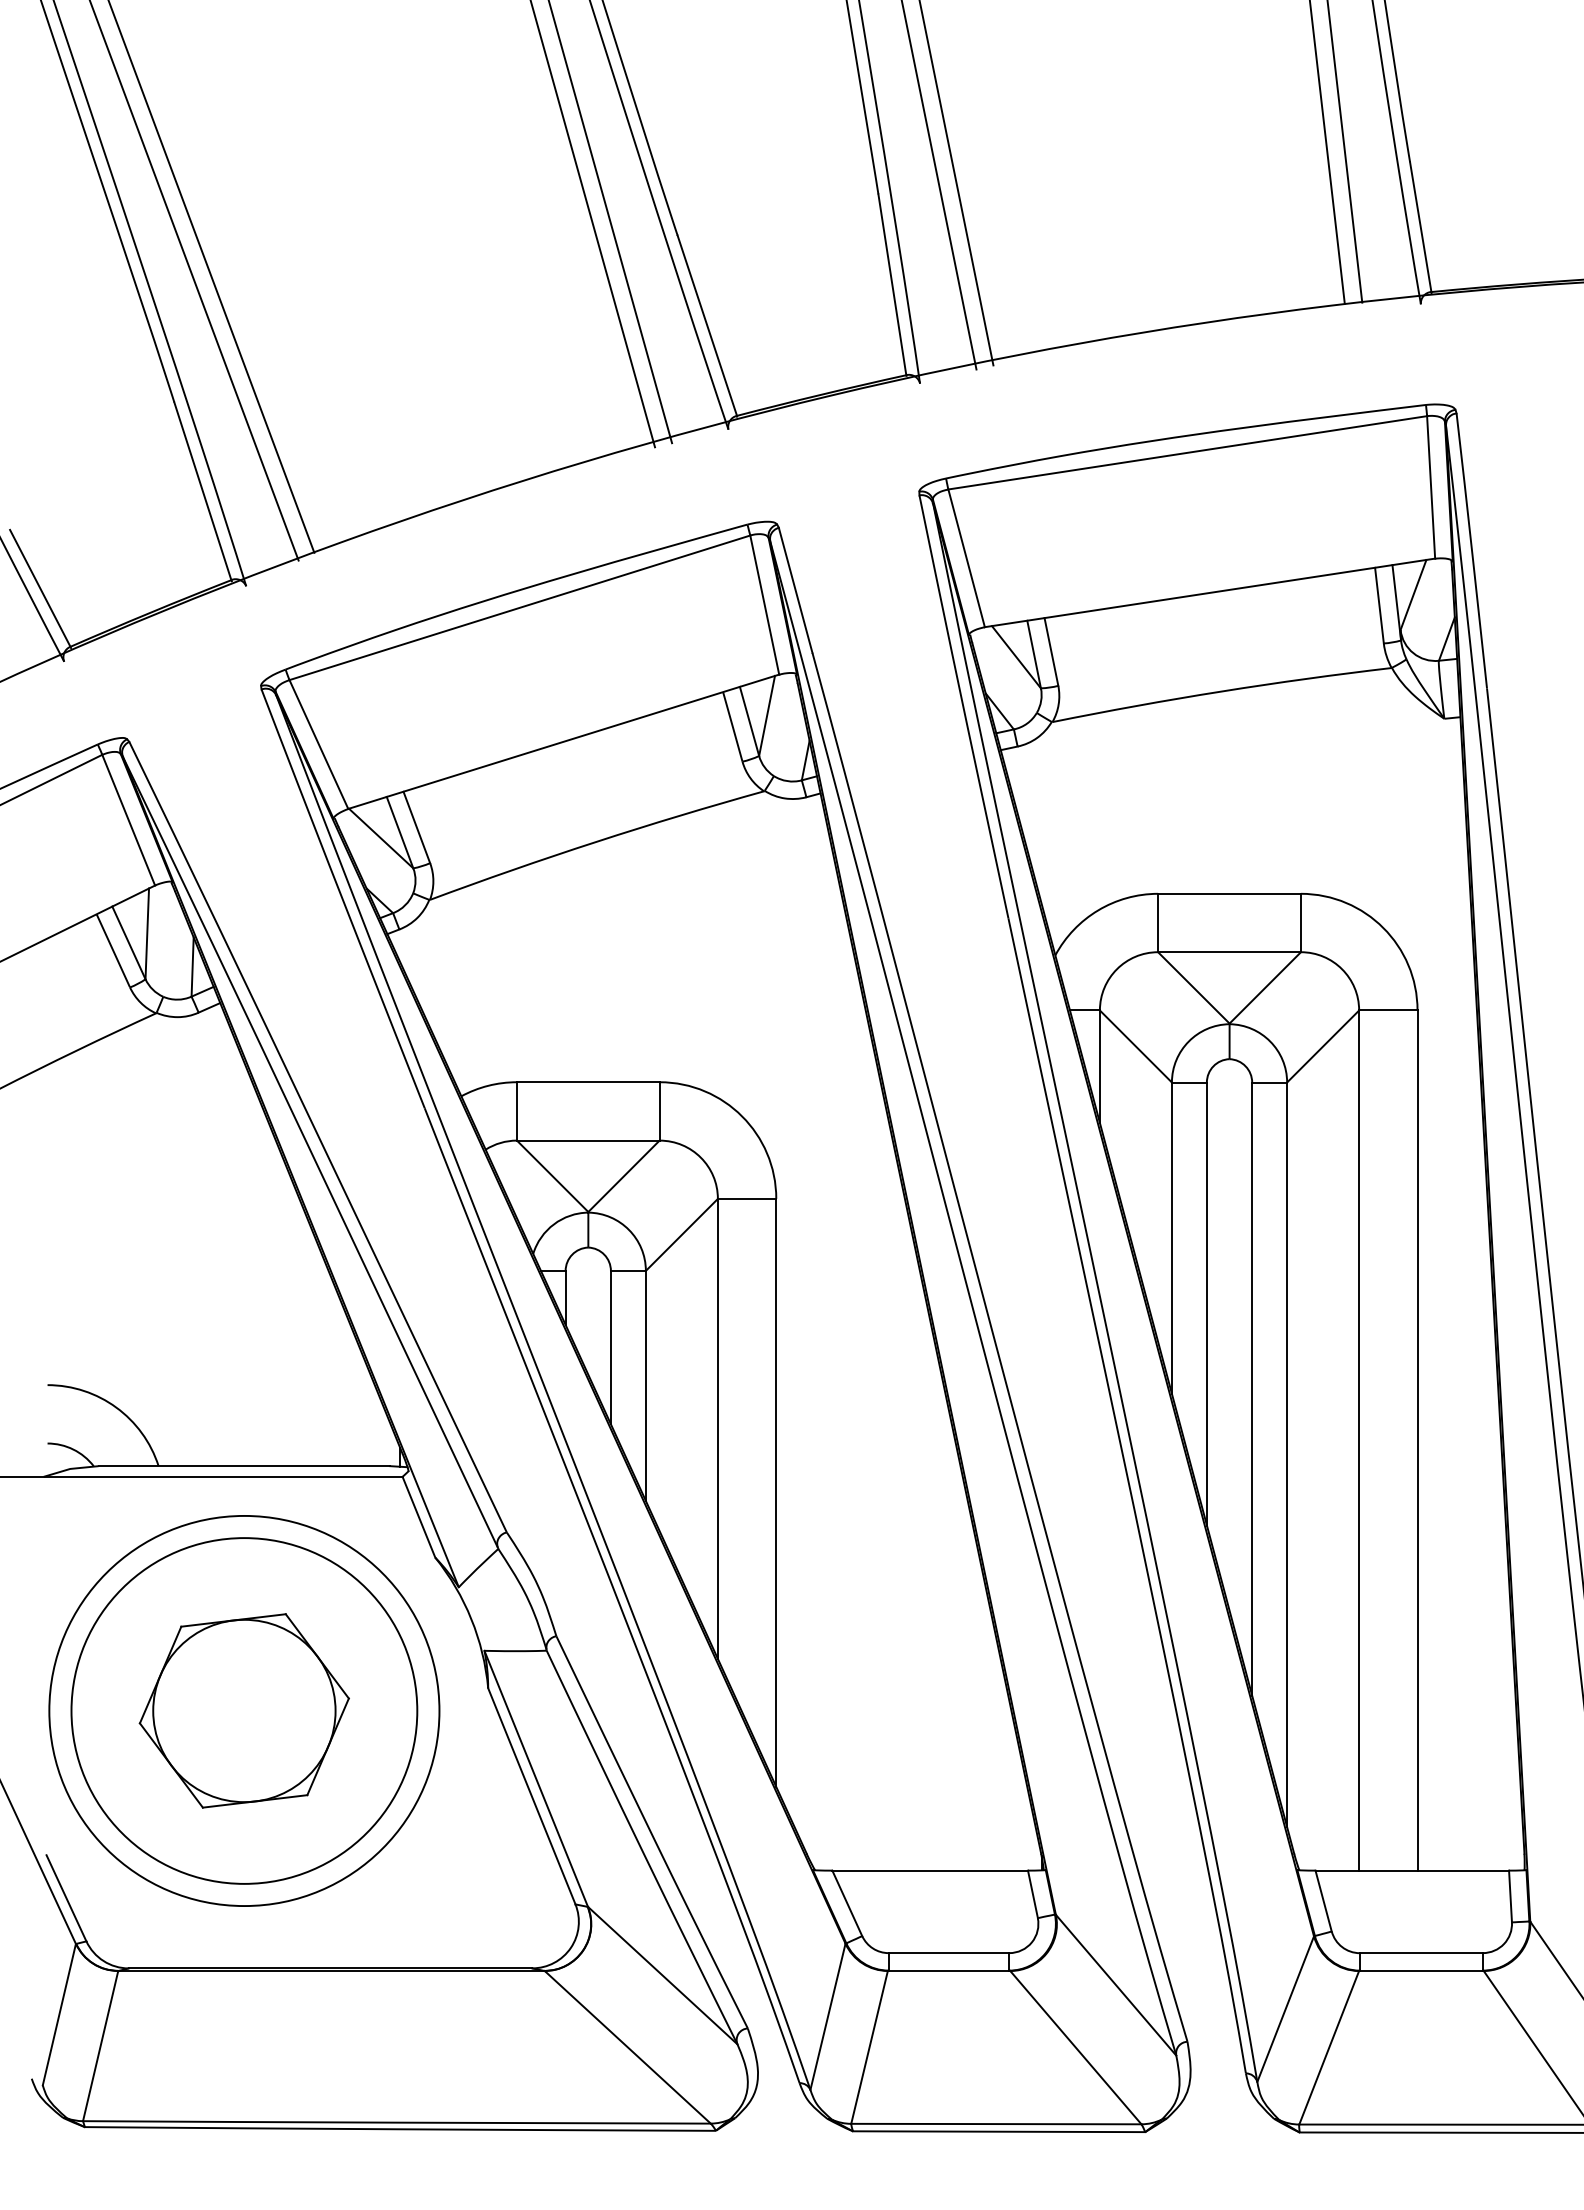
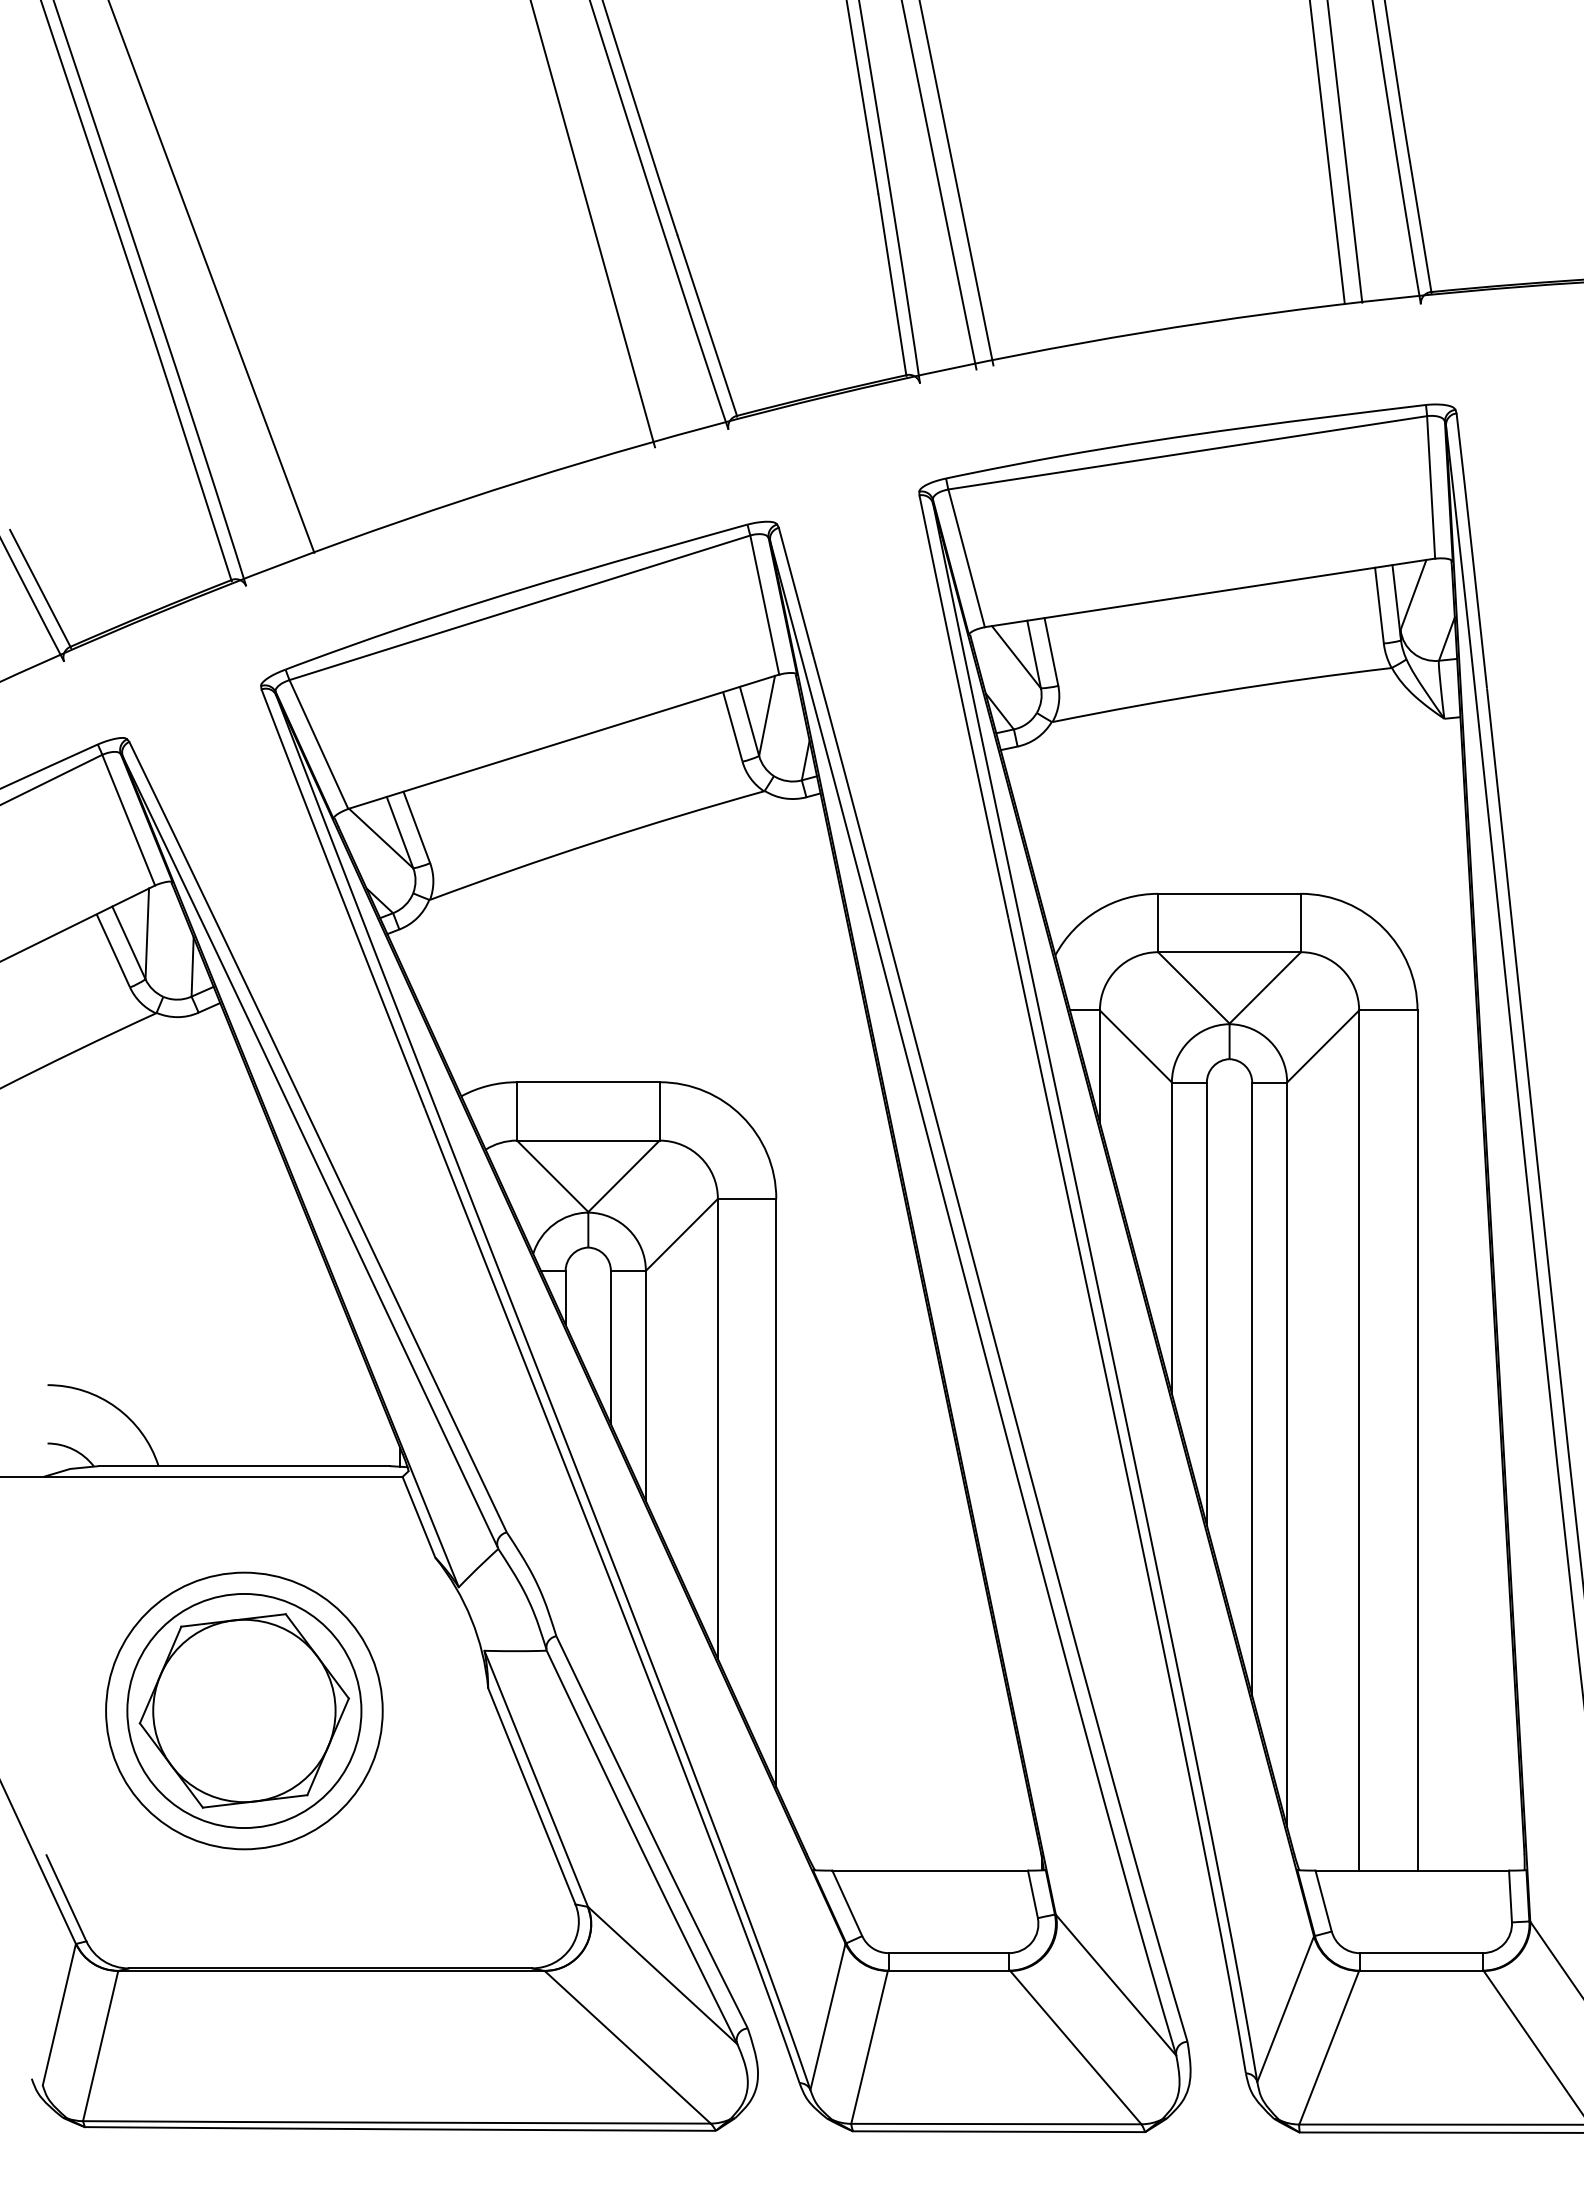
line at (610, 222): present -> none
line at (194, 281): present -> none
circle at (244, 1710) diameter: 346 px -> 277 px
circle at (244, 1710) diameter: 390 px -> 234 px
